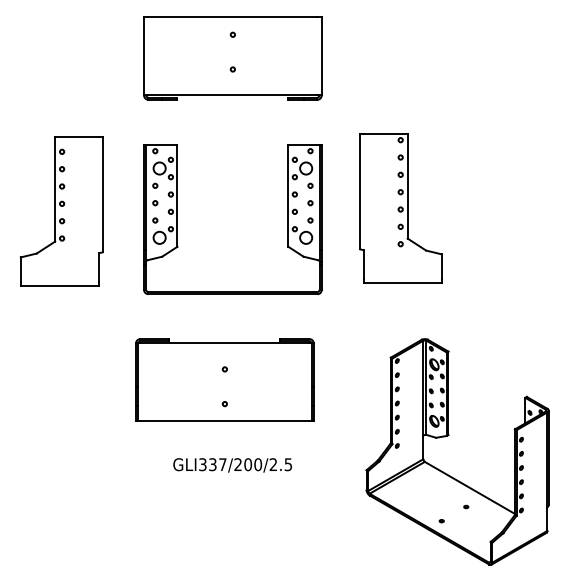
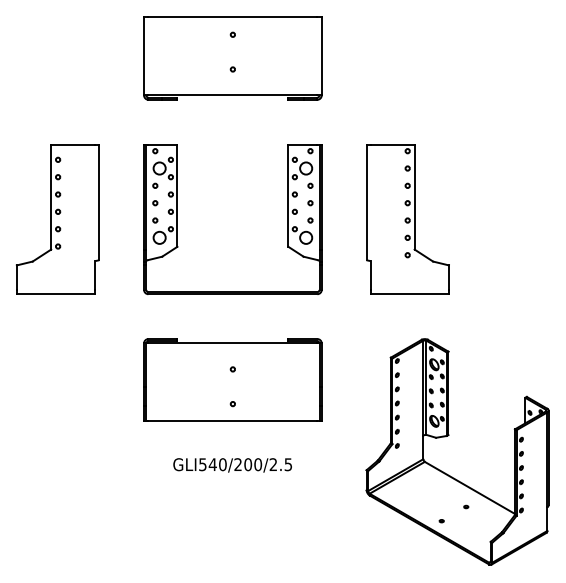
part at (400, 208) position: (400, 208) -> (407, 219)
part at (61, 211) position: (61, 211) -> (57, 219)
part at (224, 379) position: (224, 379) -> (232, 379)
text at (212, 464): GLI337/200/2.5 -> GLI540/200/2.5
